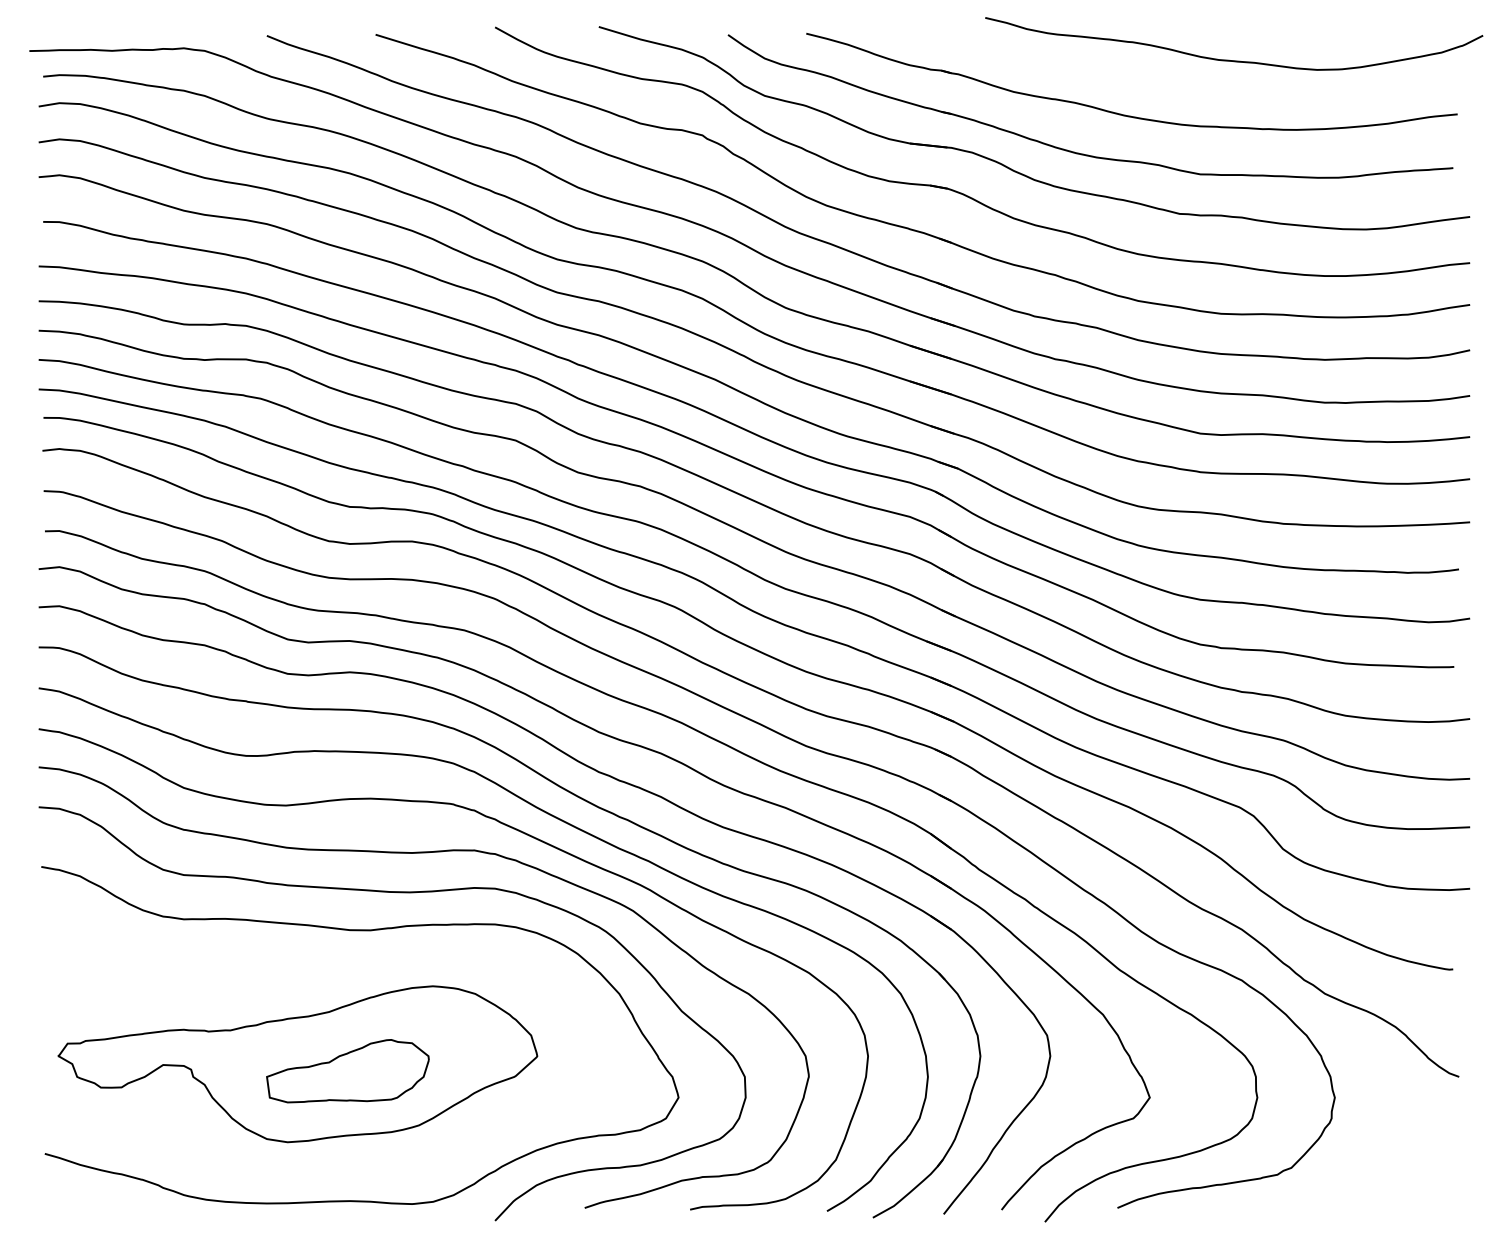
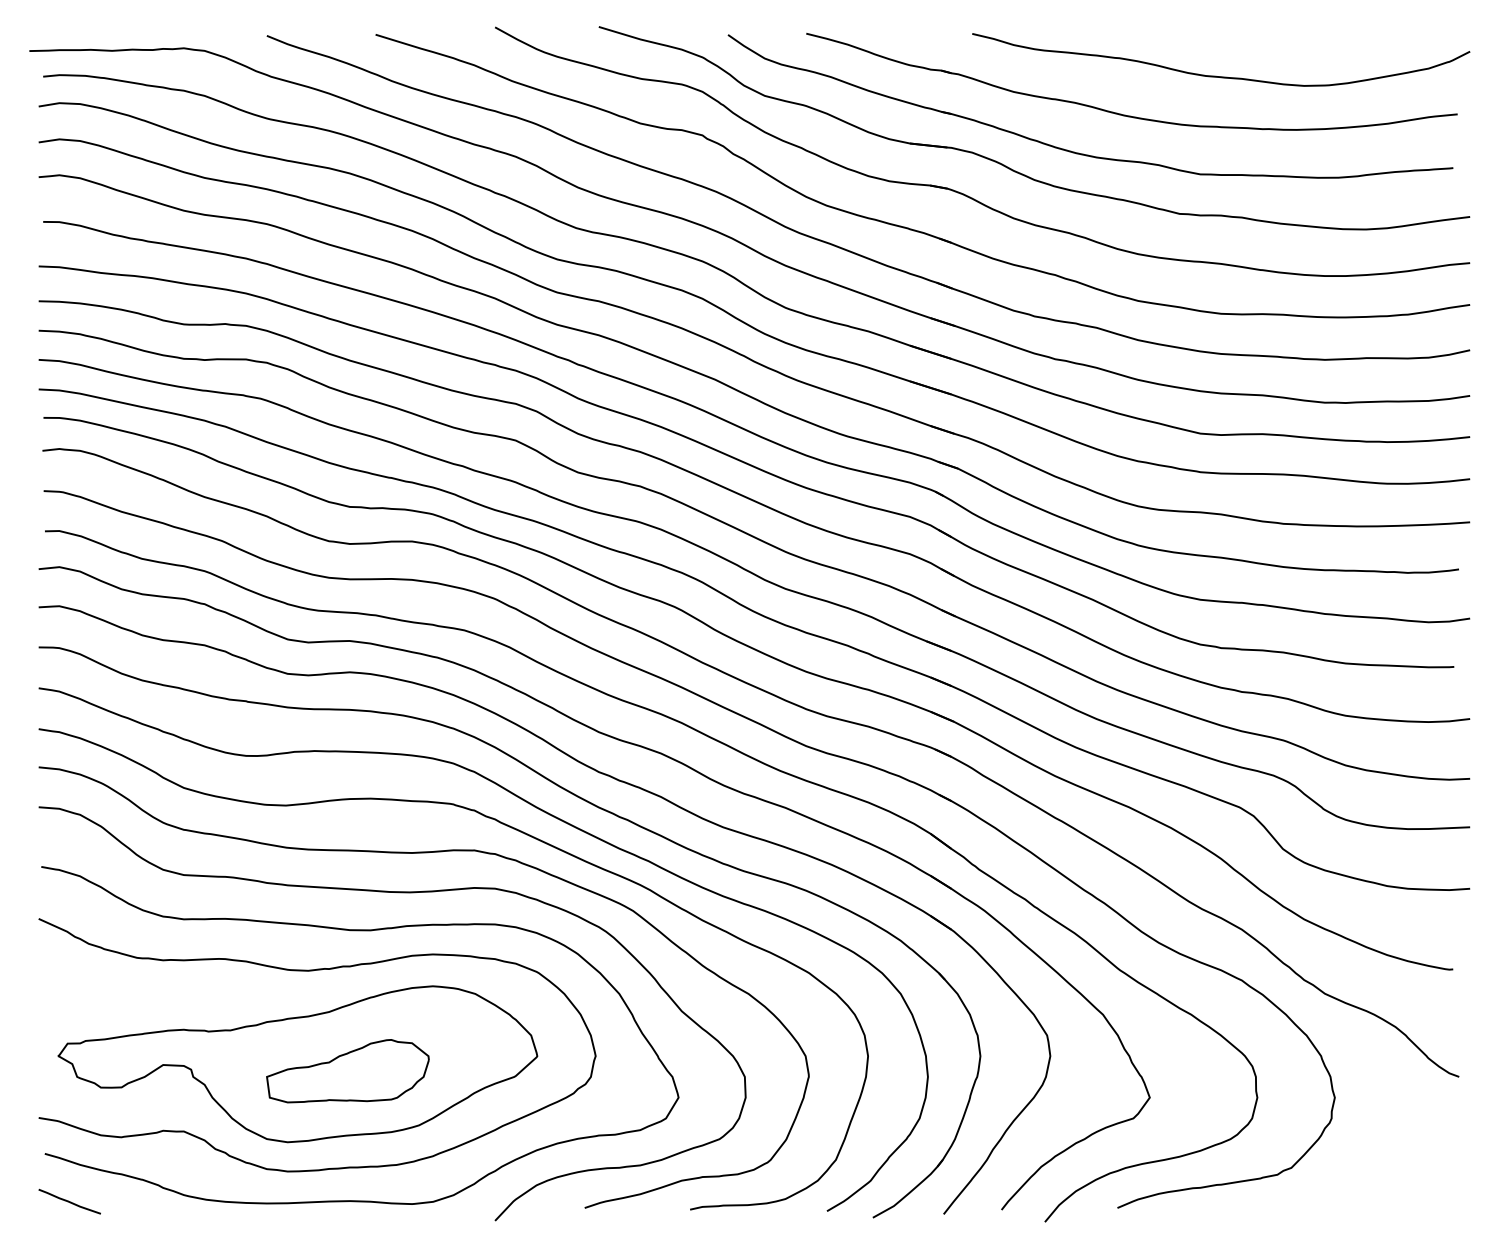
curve at (1229, 59) position: (1229, 59) -> (1216, 75)
curve at (313, 971): none -> present
line at (69, 1201): none -> present
